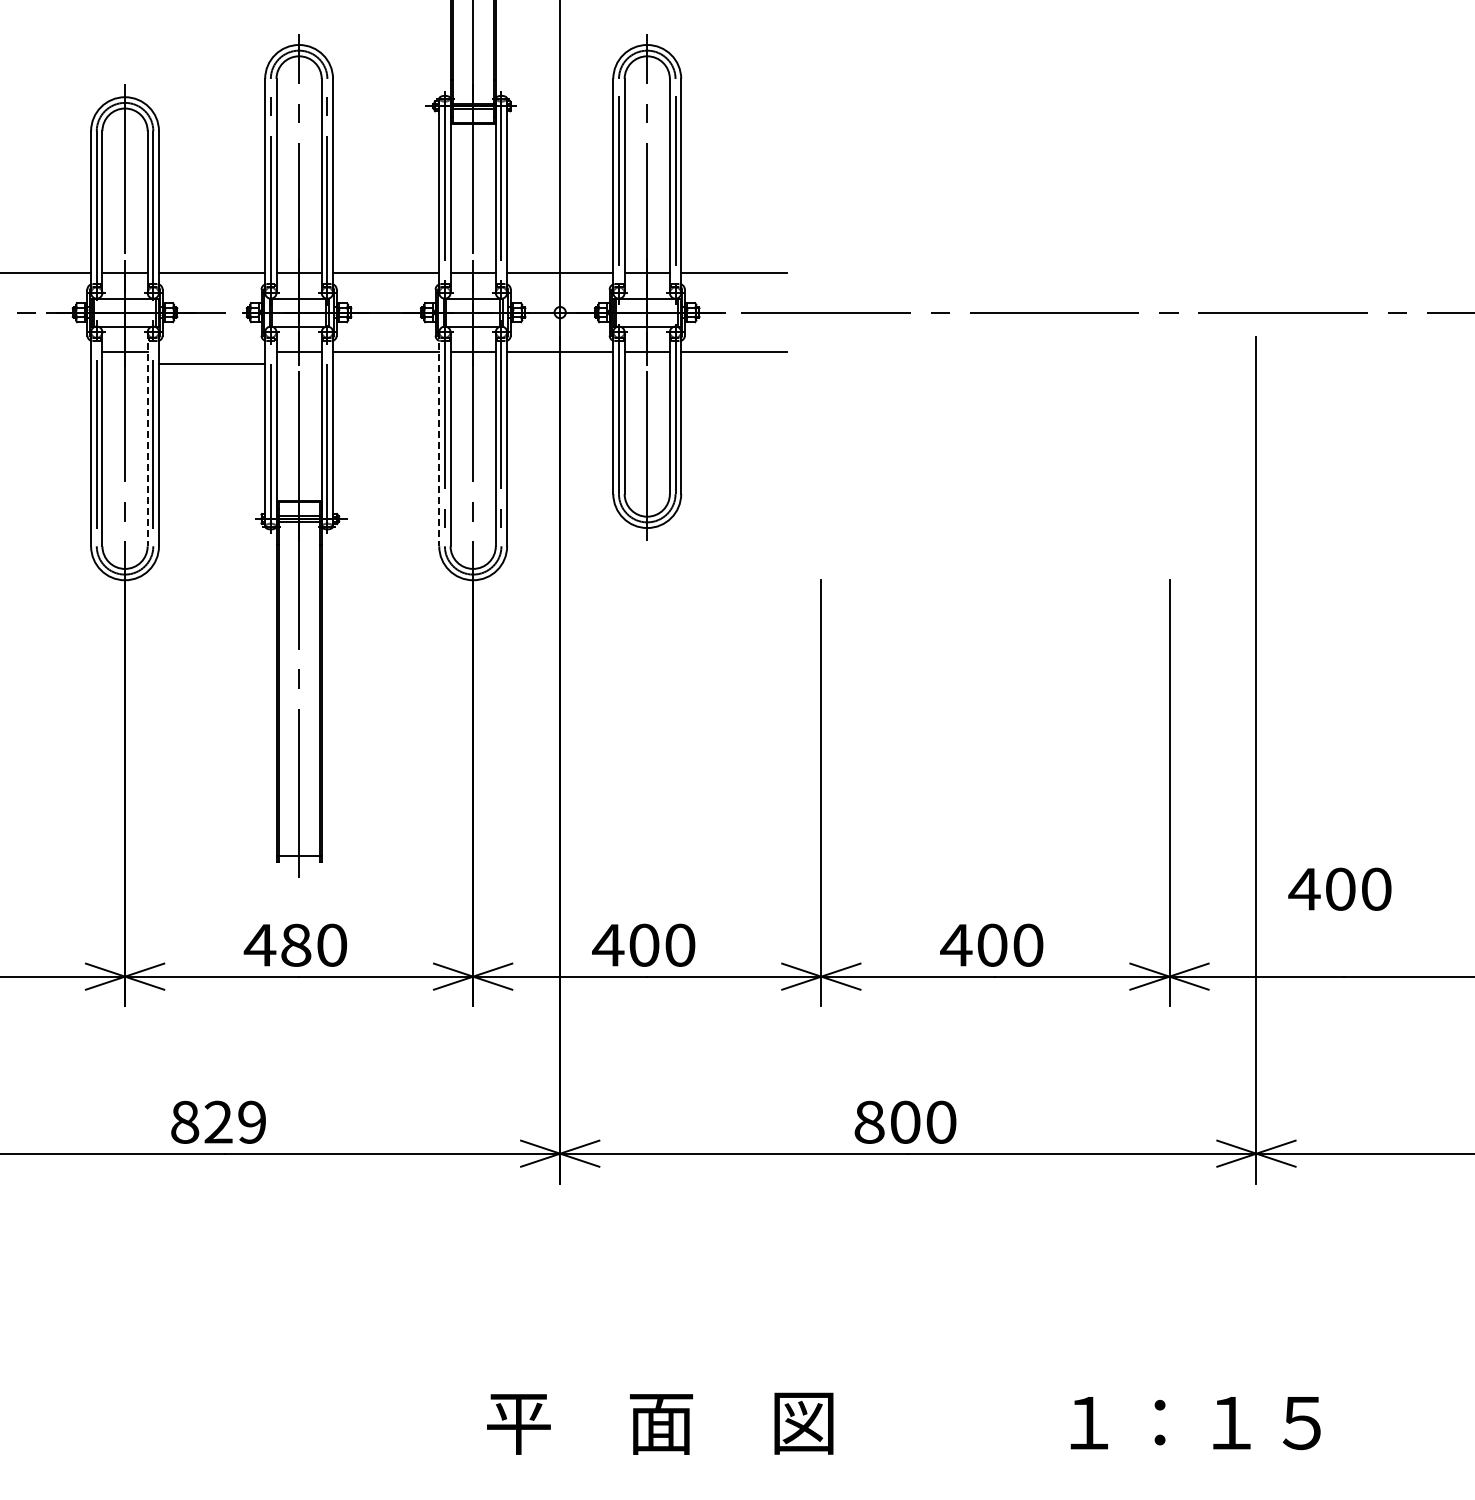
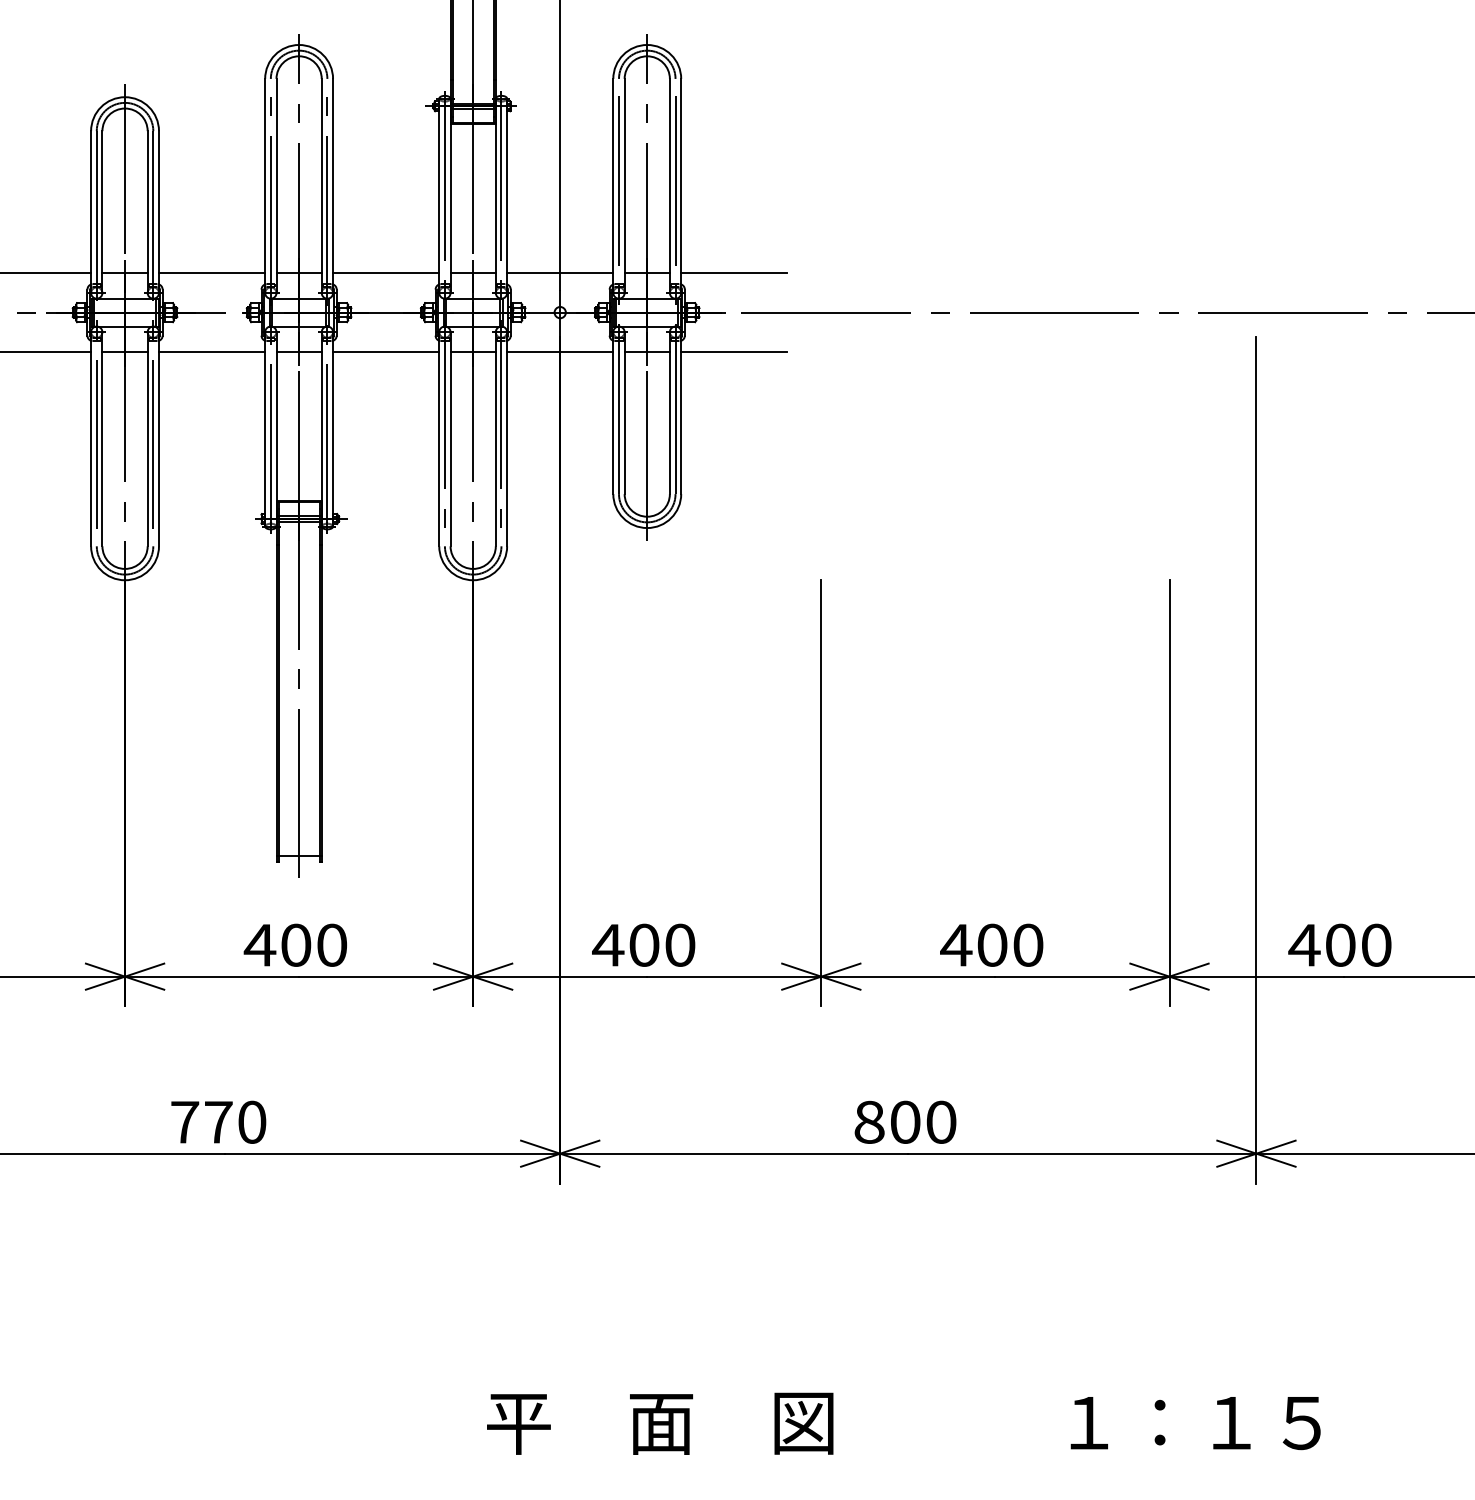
line at (46, 351): none -> present
line at (212, 363) position: (212, 363) -> (212, 351)
line at (147, 439): dashed -> solid
line at (439, 439): dashed -> solid
text at (1339, 888) position: (1339, 888) -> (1339, 944)
text at (296, 944): 480 -> 400
text at (218, 1121): 829 -> 770
